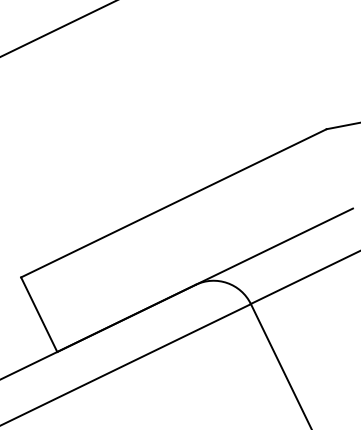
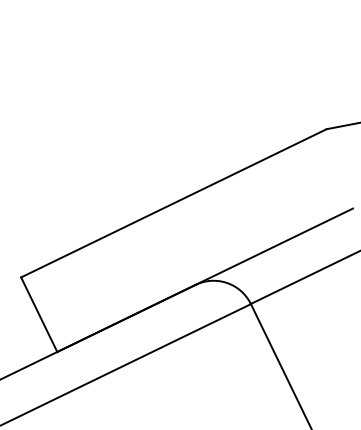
line at (57, 29): present -> none
